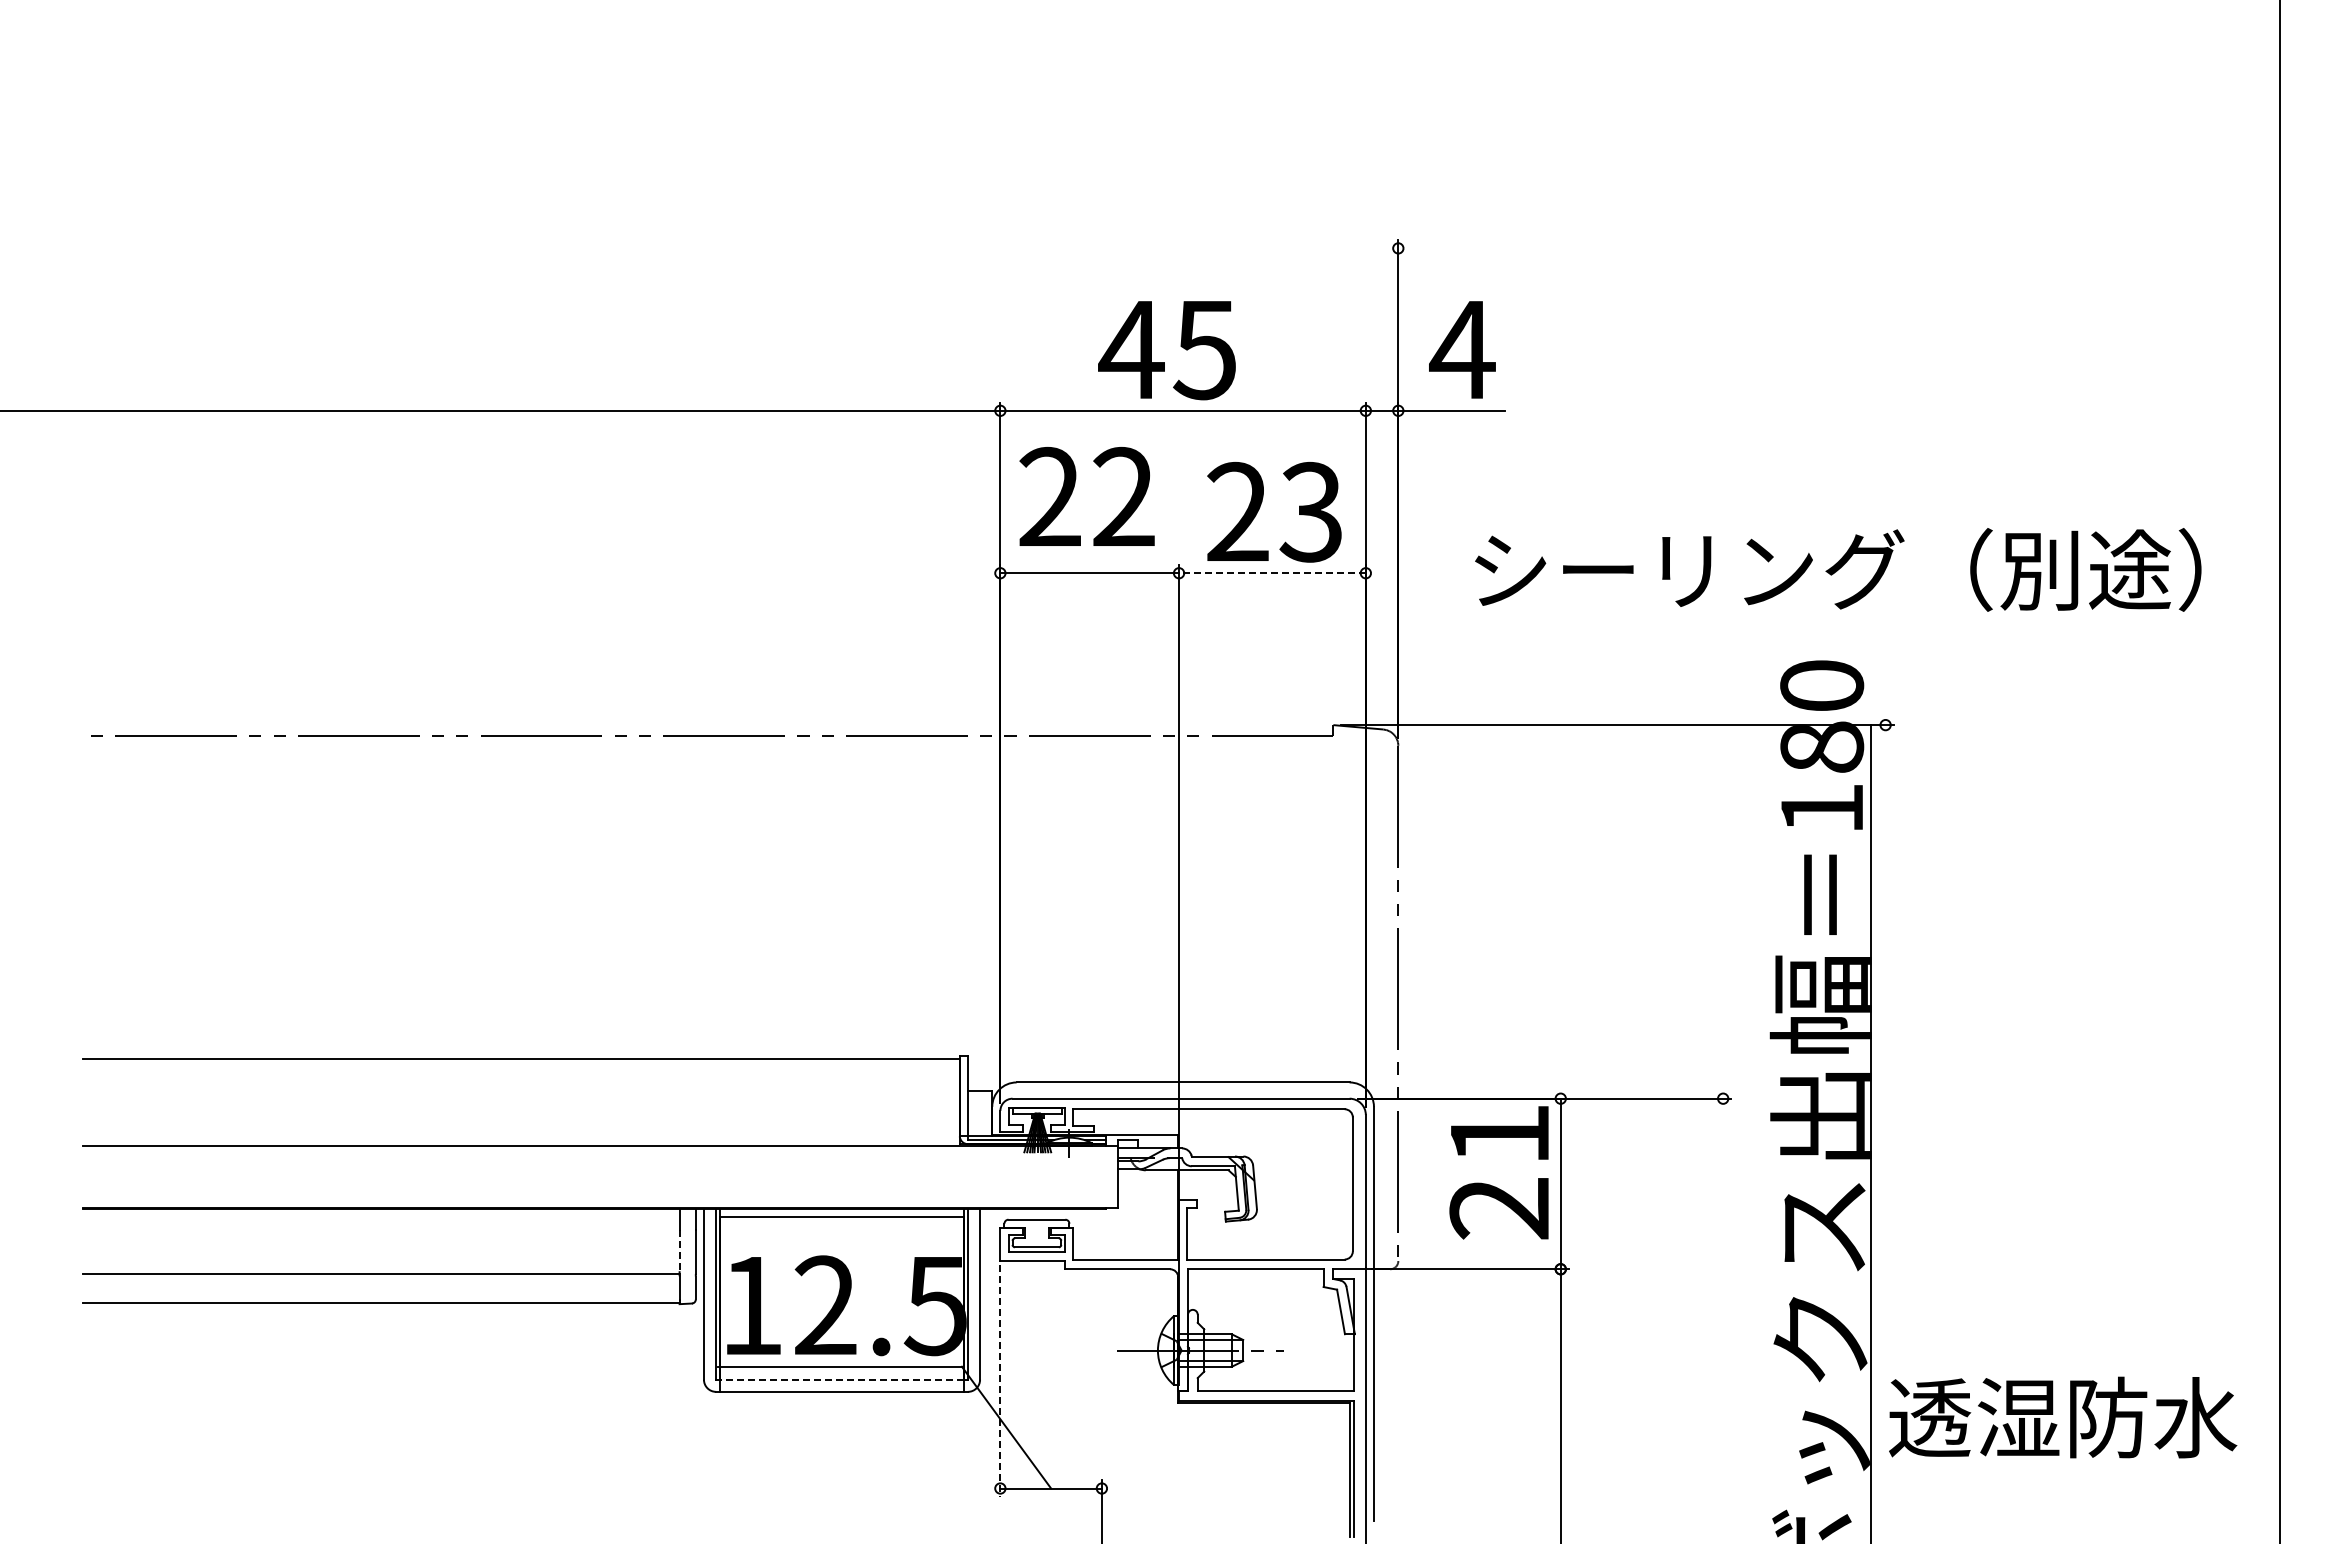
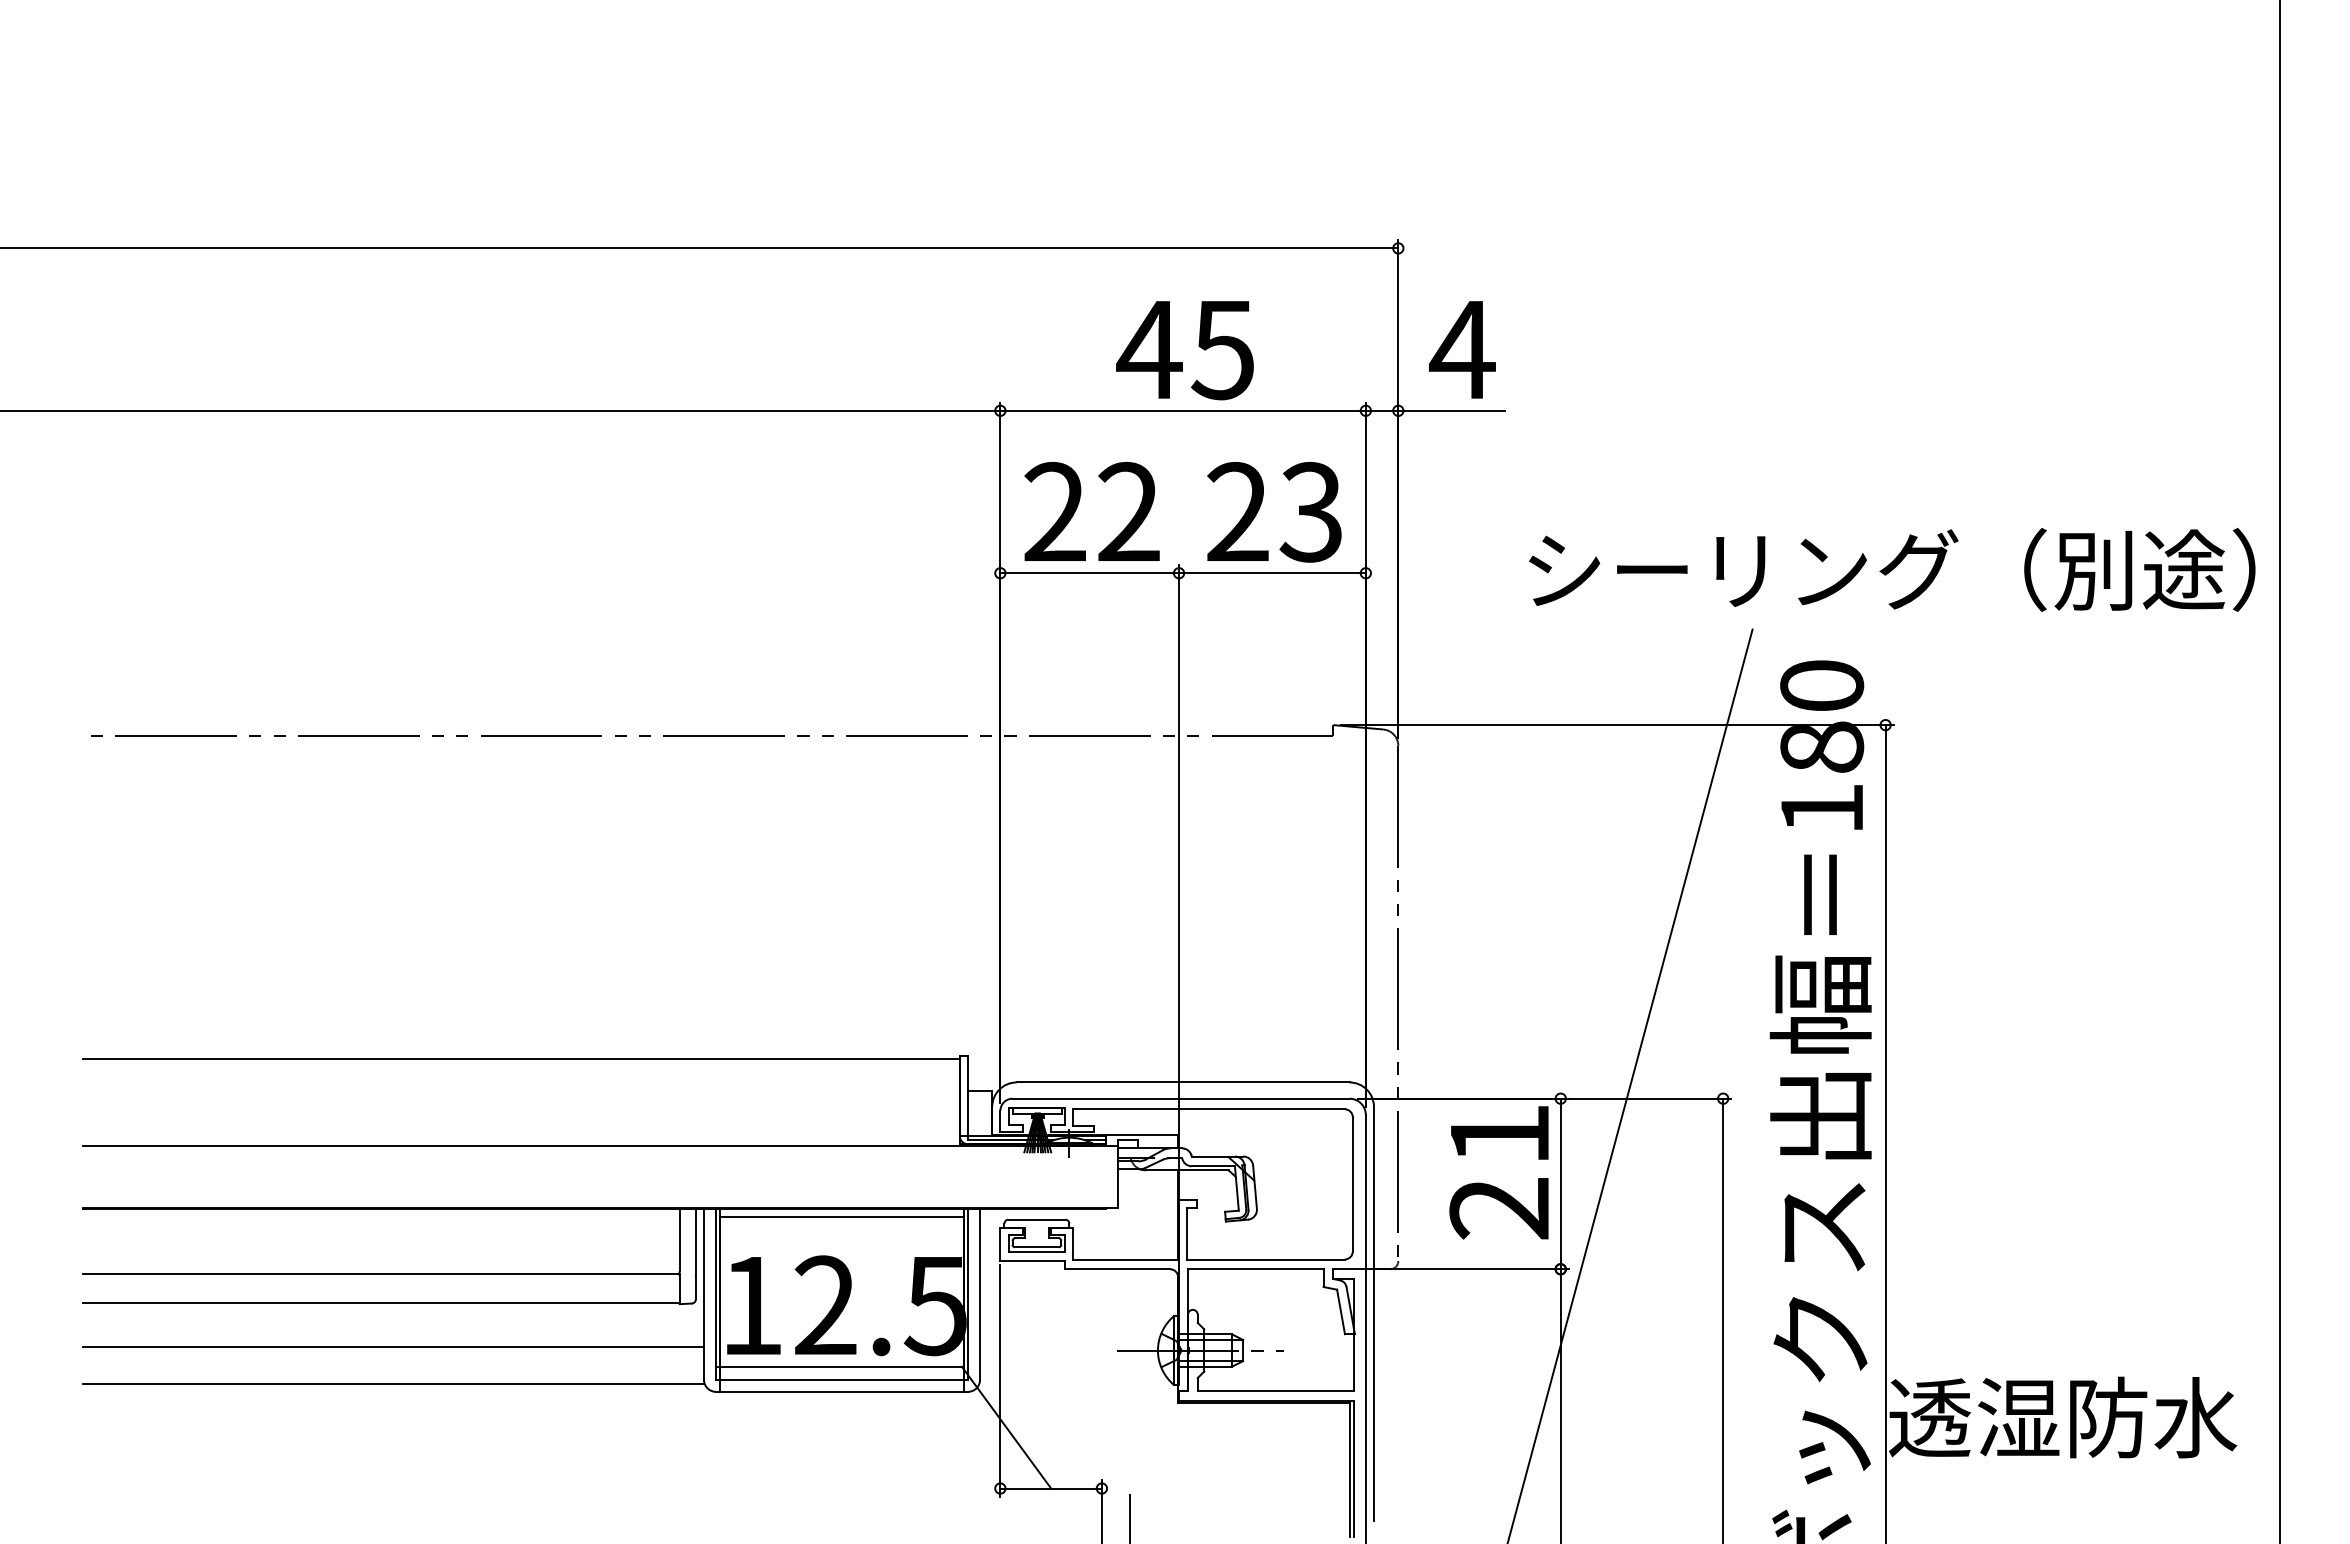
line at (700, 248): none -> present
text at (1166, 350) position: (1166, 350) -> (1184, 350)
text at (1086, 496) position: (1086, 496) -> (1091, 511)
text at (1838, 569) position: (1838, 569) -> (1892, 569)
line at (1271, 573): dashed -> solid
line at (1630, 1084): none -> present
line at (1870, 1132) position: (1870, 1132) -> (1885, 1132)
line at (679, 1251): dashed -> solid
line at (1723, 1319): none -> present
line at (392, 1347): none -> present
line at (842, 1379): dashed -> solid
line at (1000, 1380): dashed -> solid
line at (392, 1383): none -> present
line at (1130, 1517): none -> present
